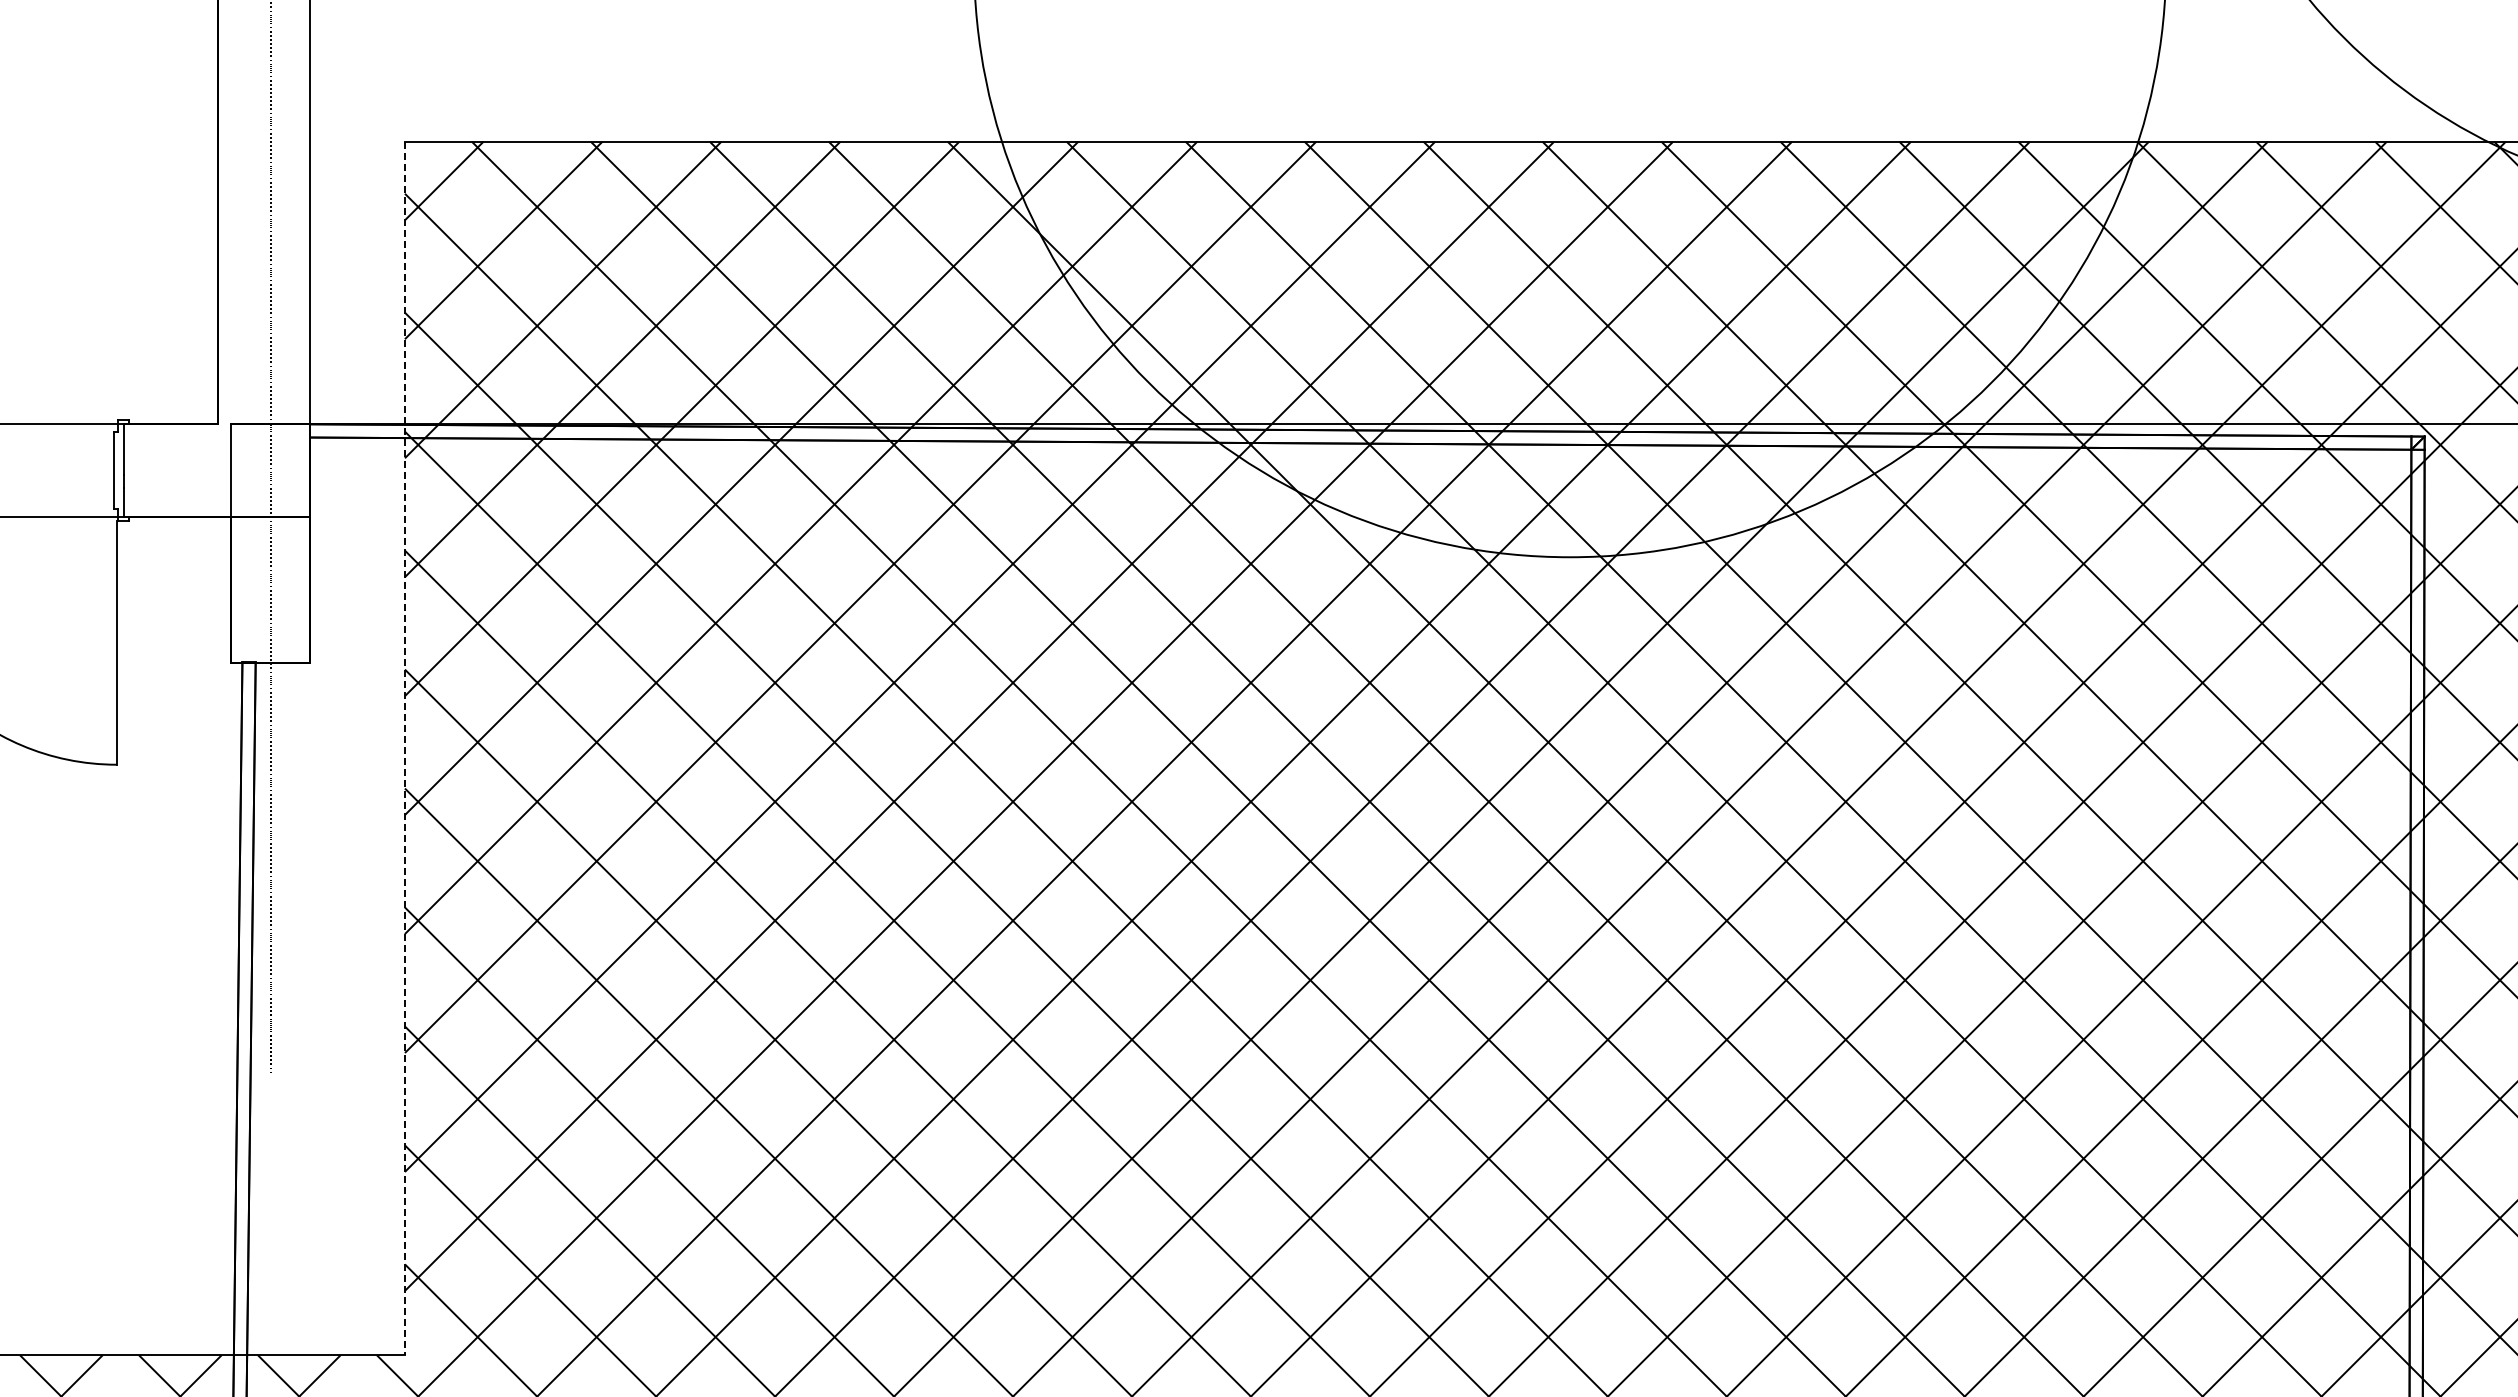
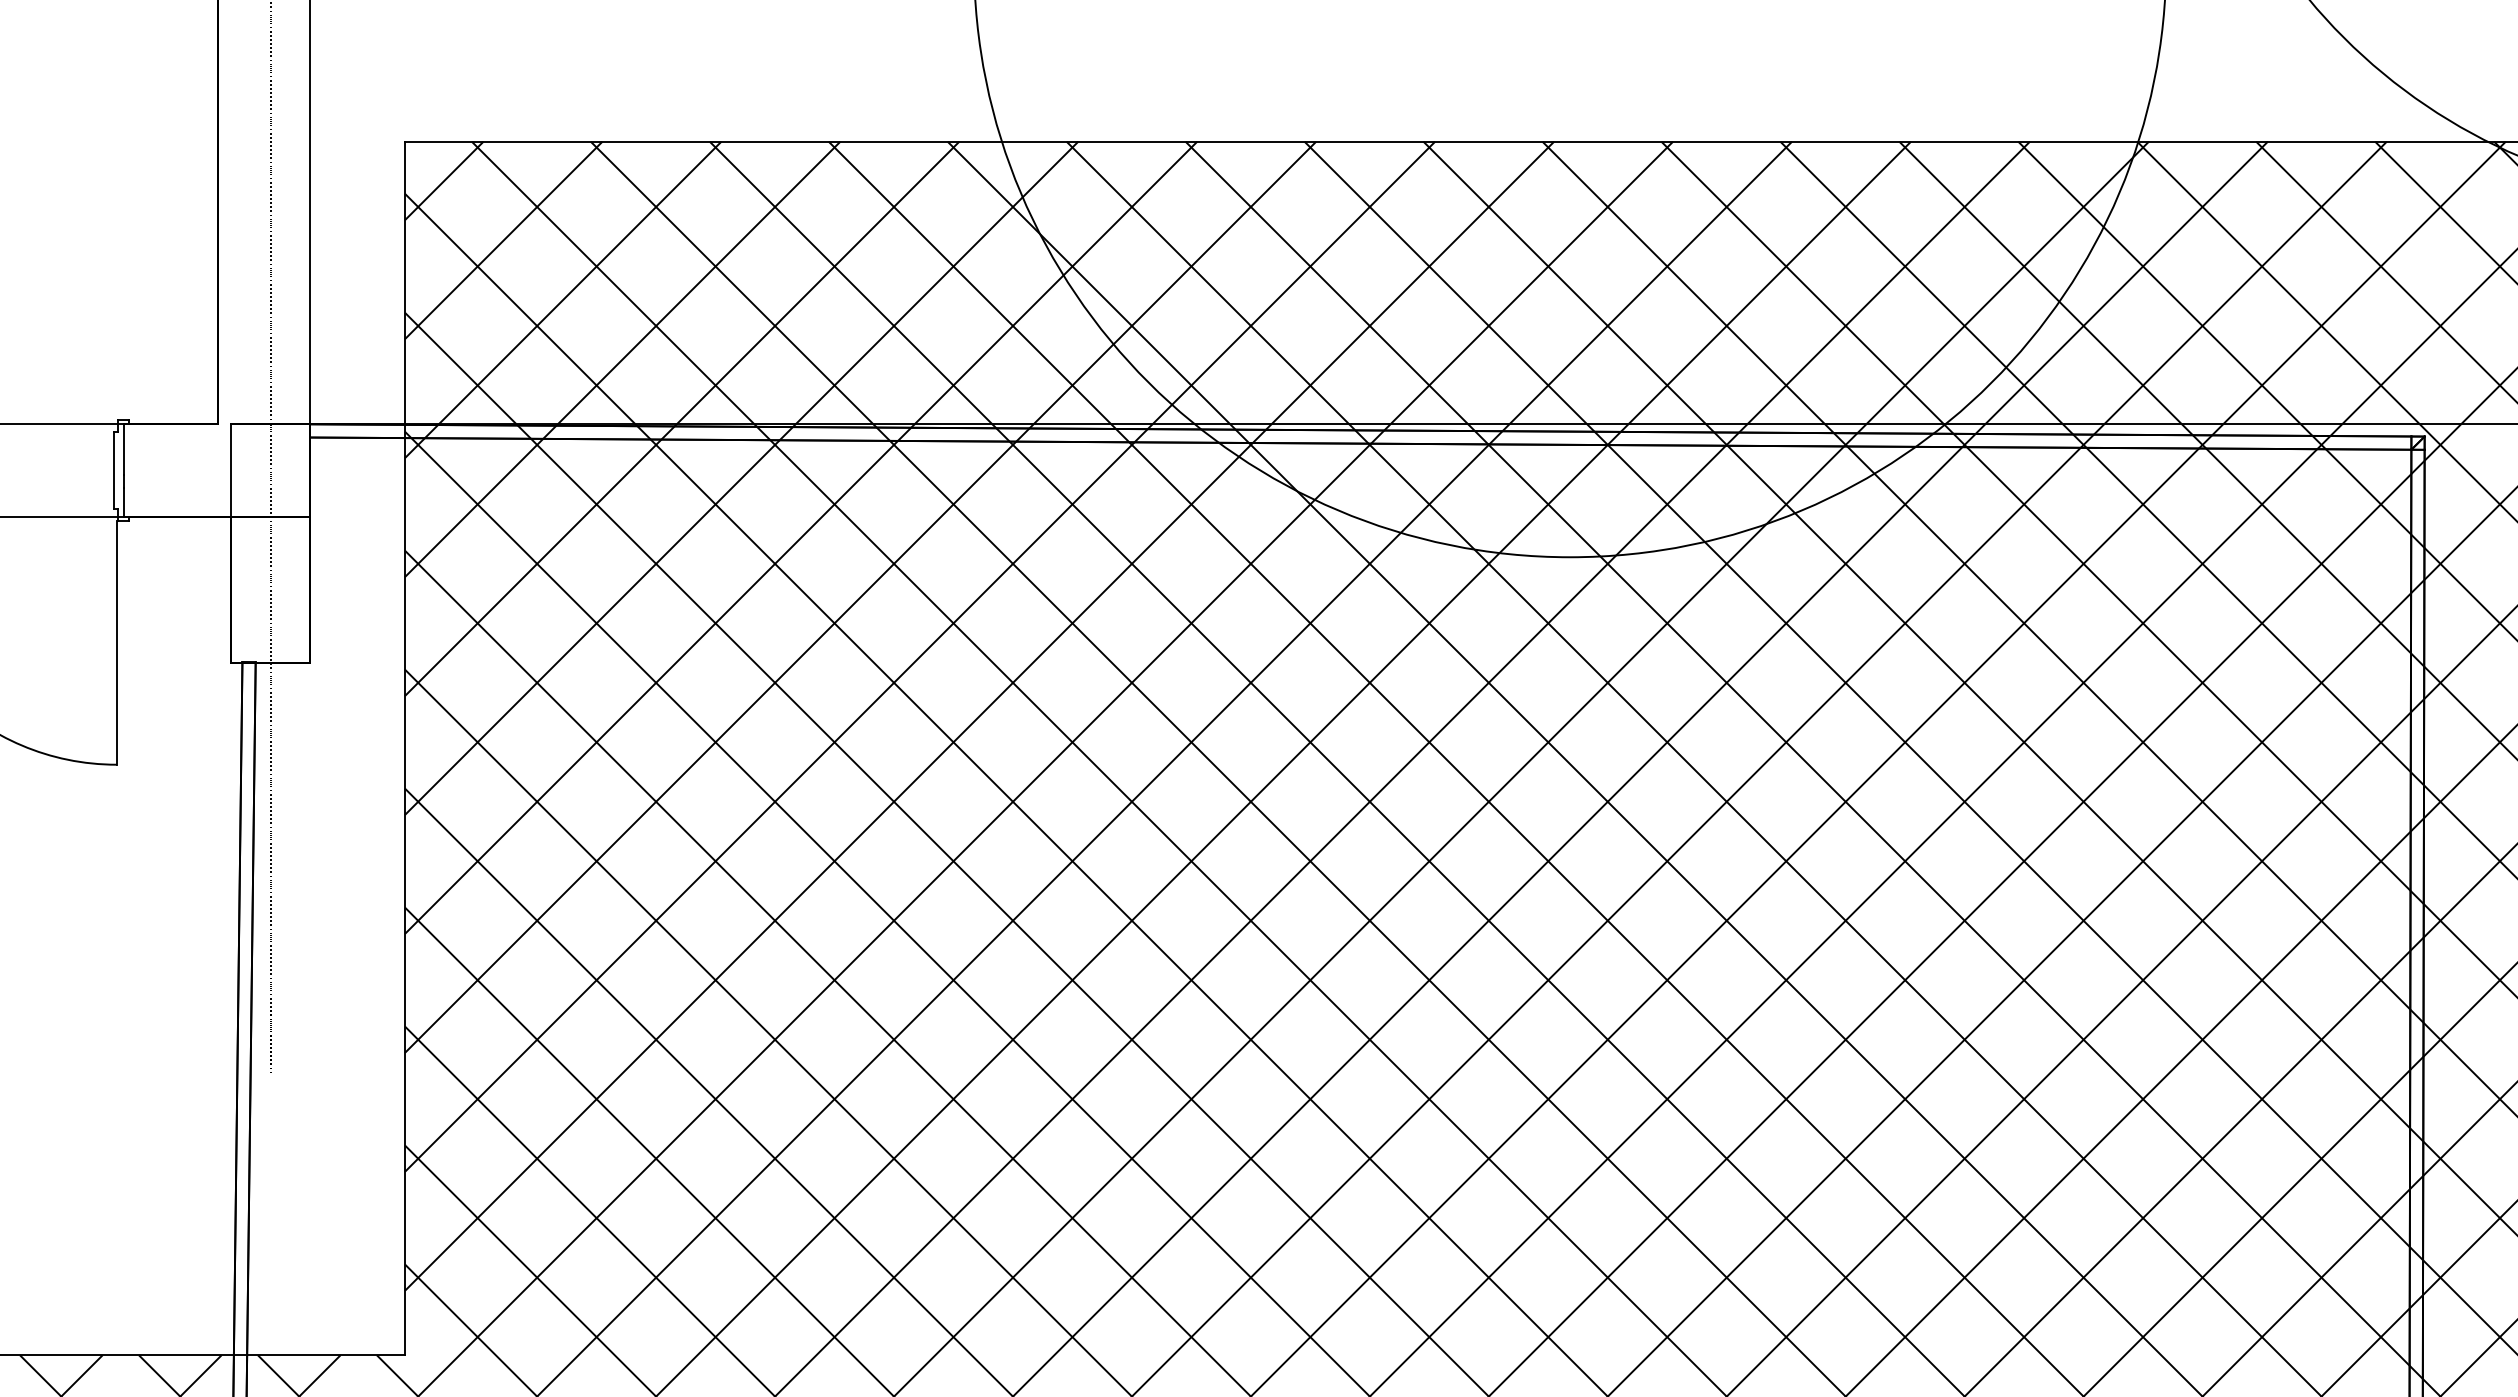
line at (404, 748): dashed -> solid
